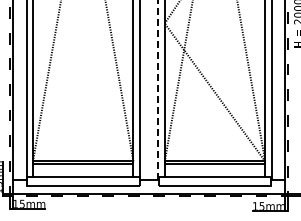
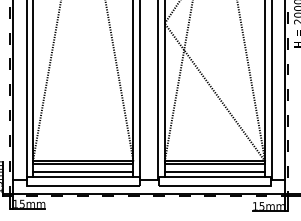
line at (158, 90): dashed -> solid
line at (83, 171): none -> present
line at (214, 171): none -> present
